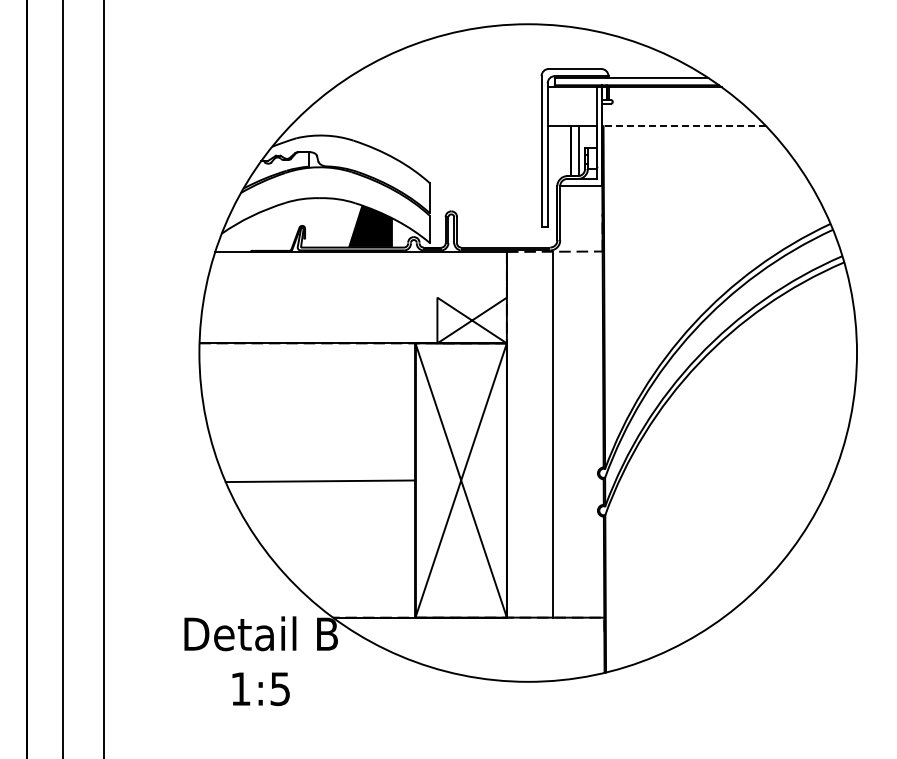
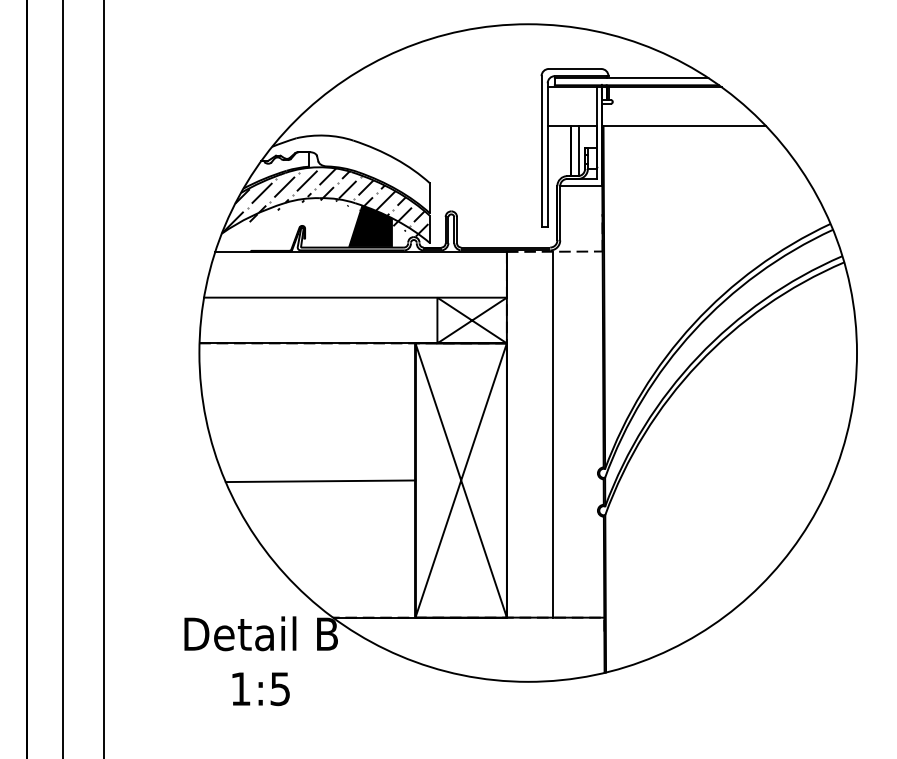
line at (684, 126): dashed -> solid
hatch at (325, 201): none -> present
line at (355, 297): none -> present
